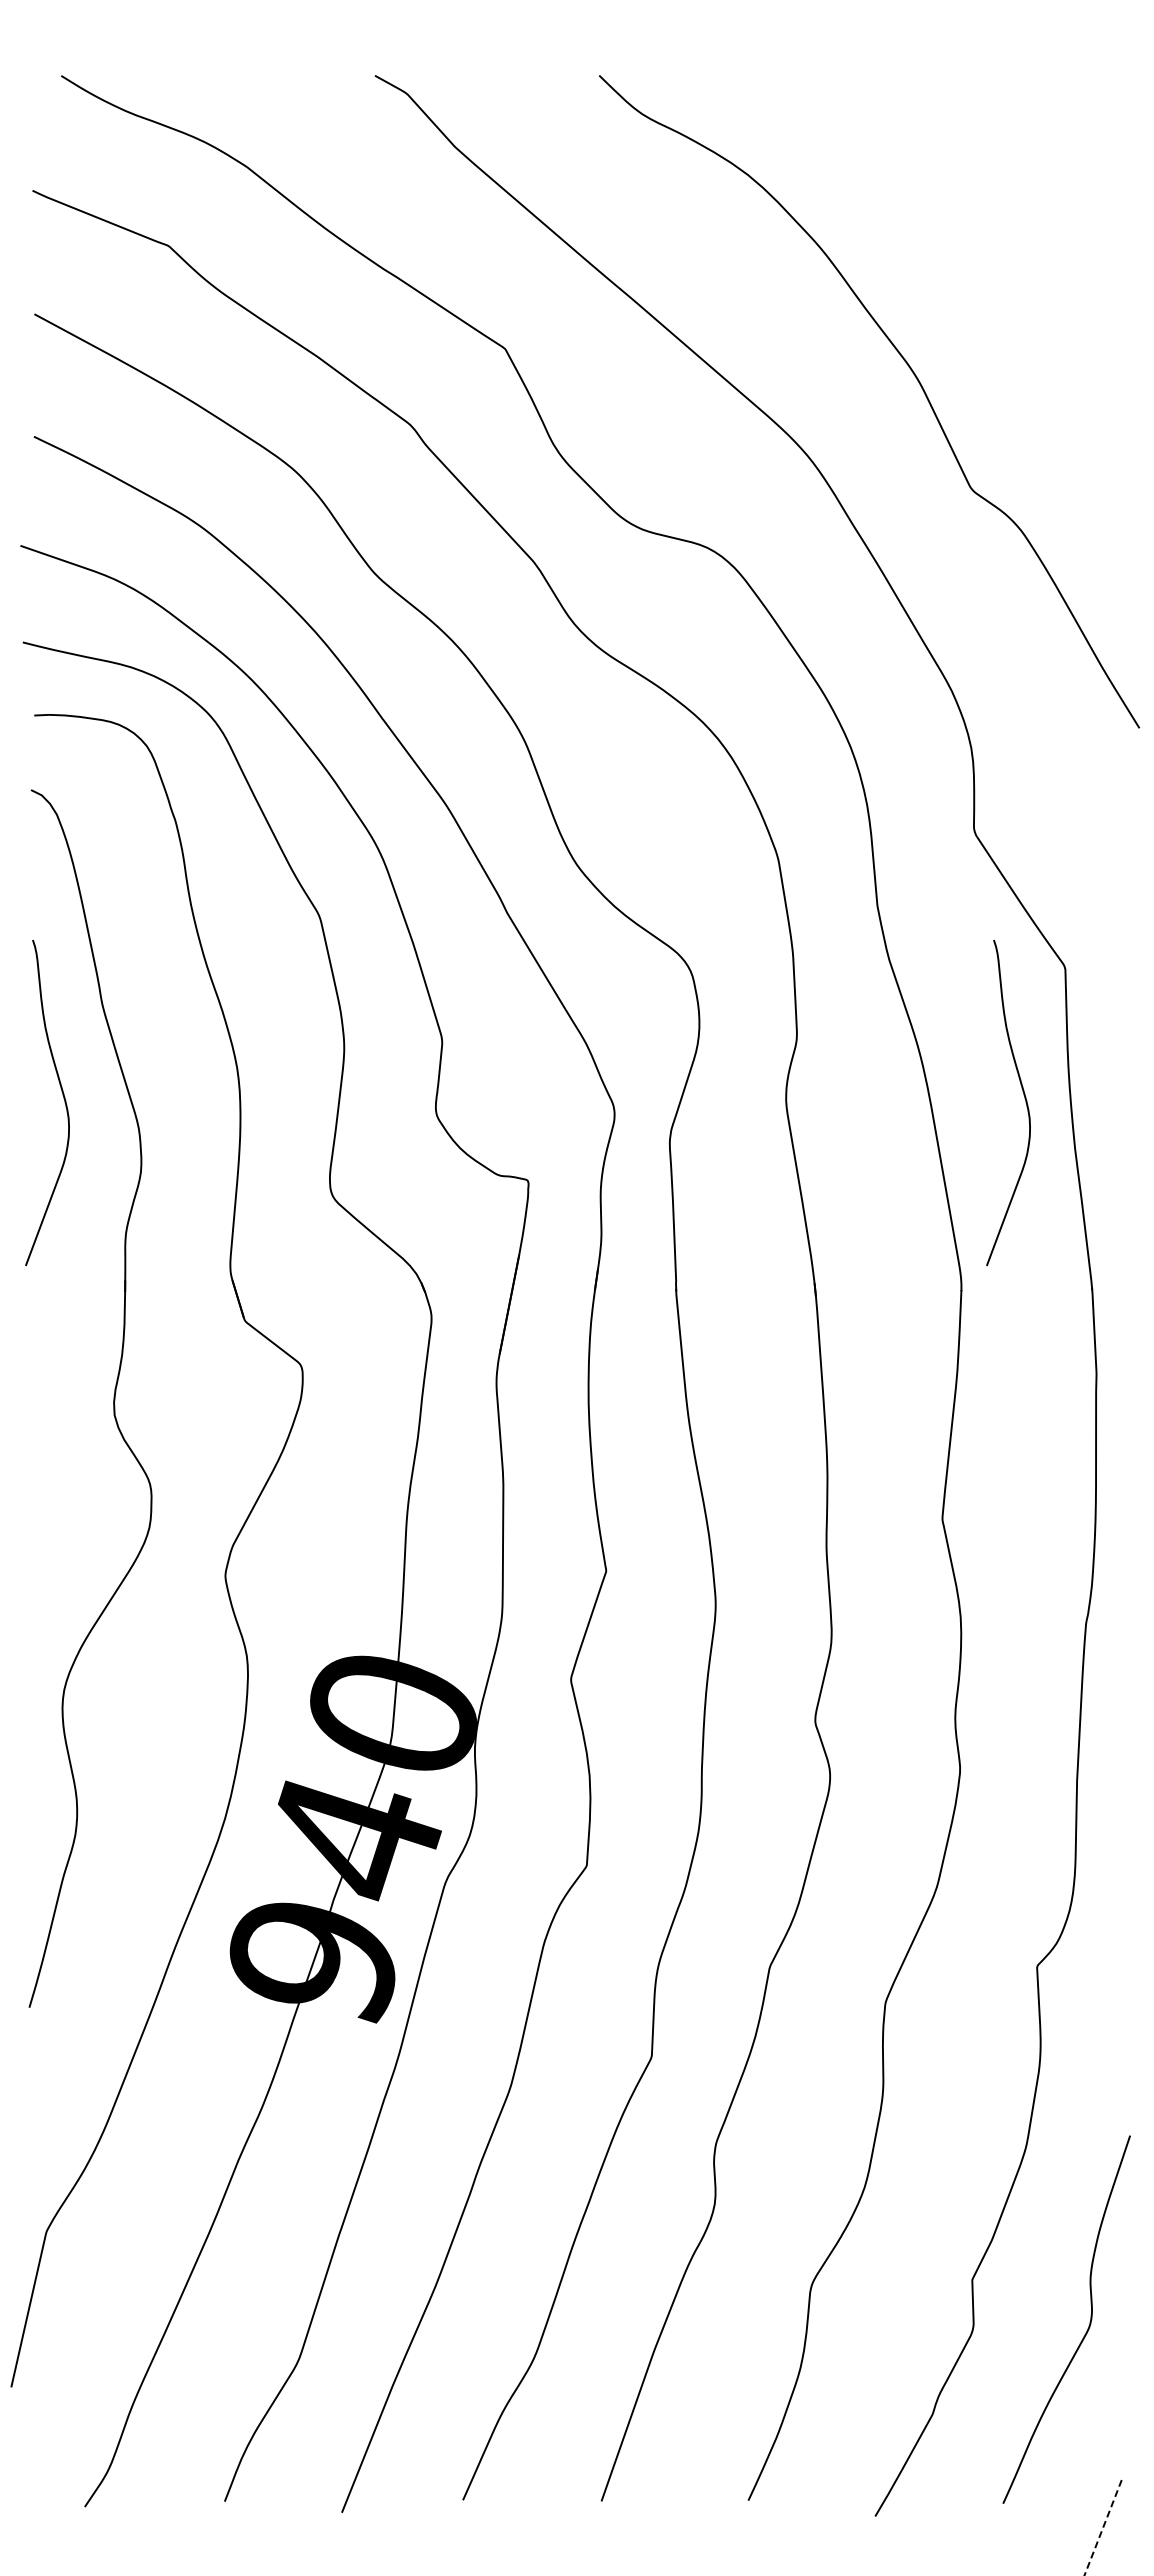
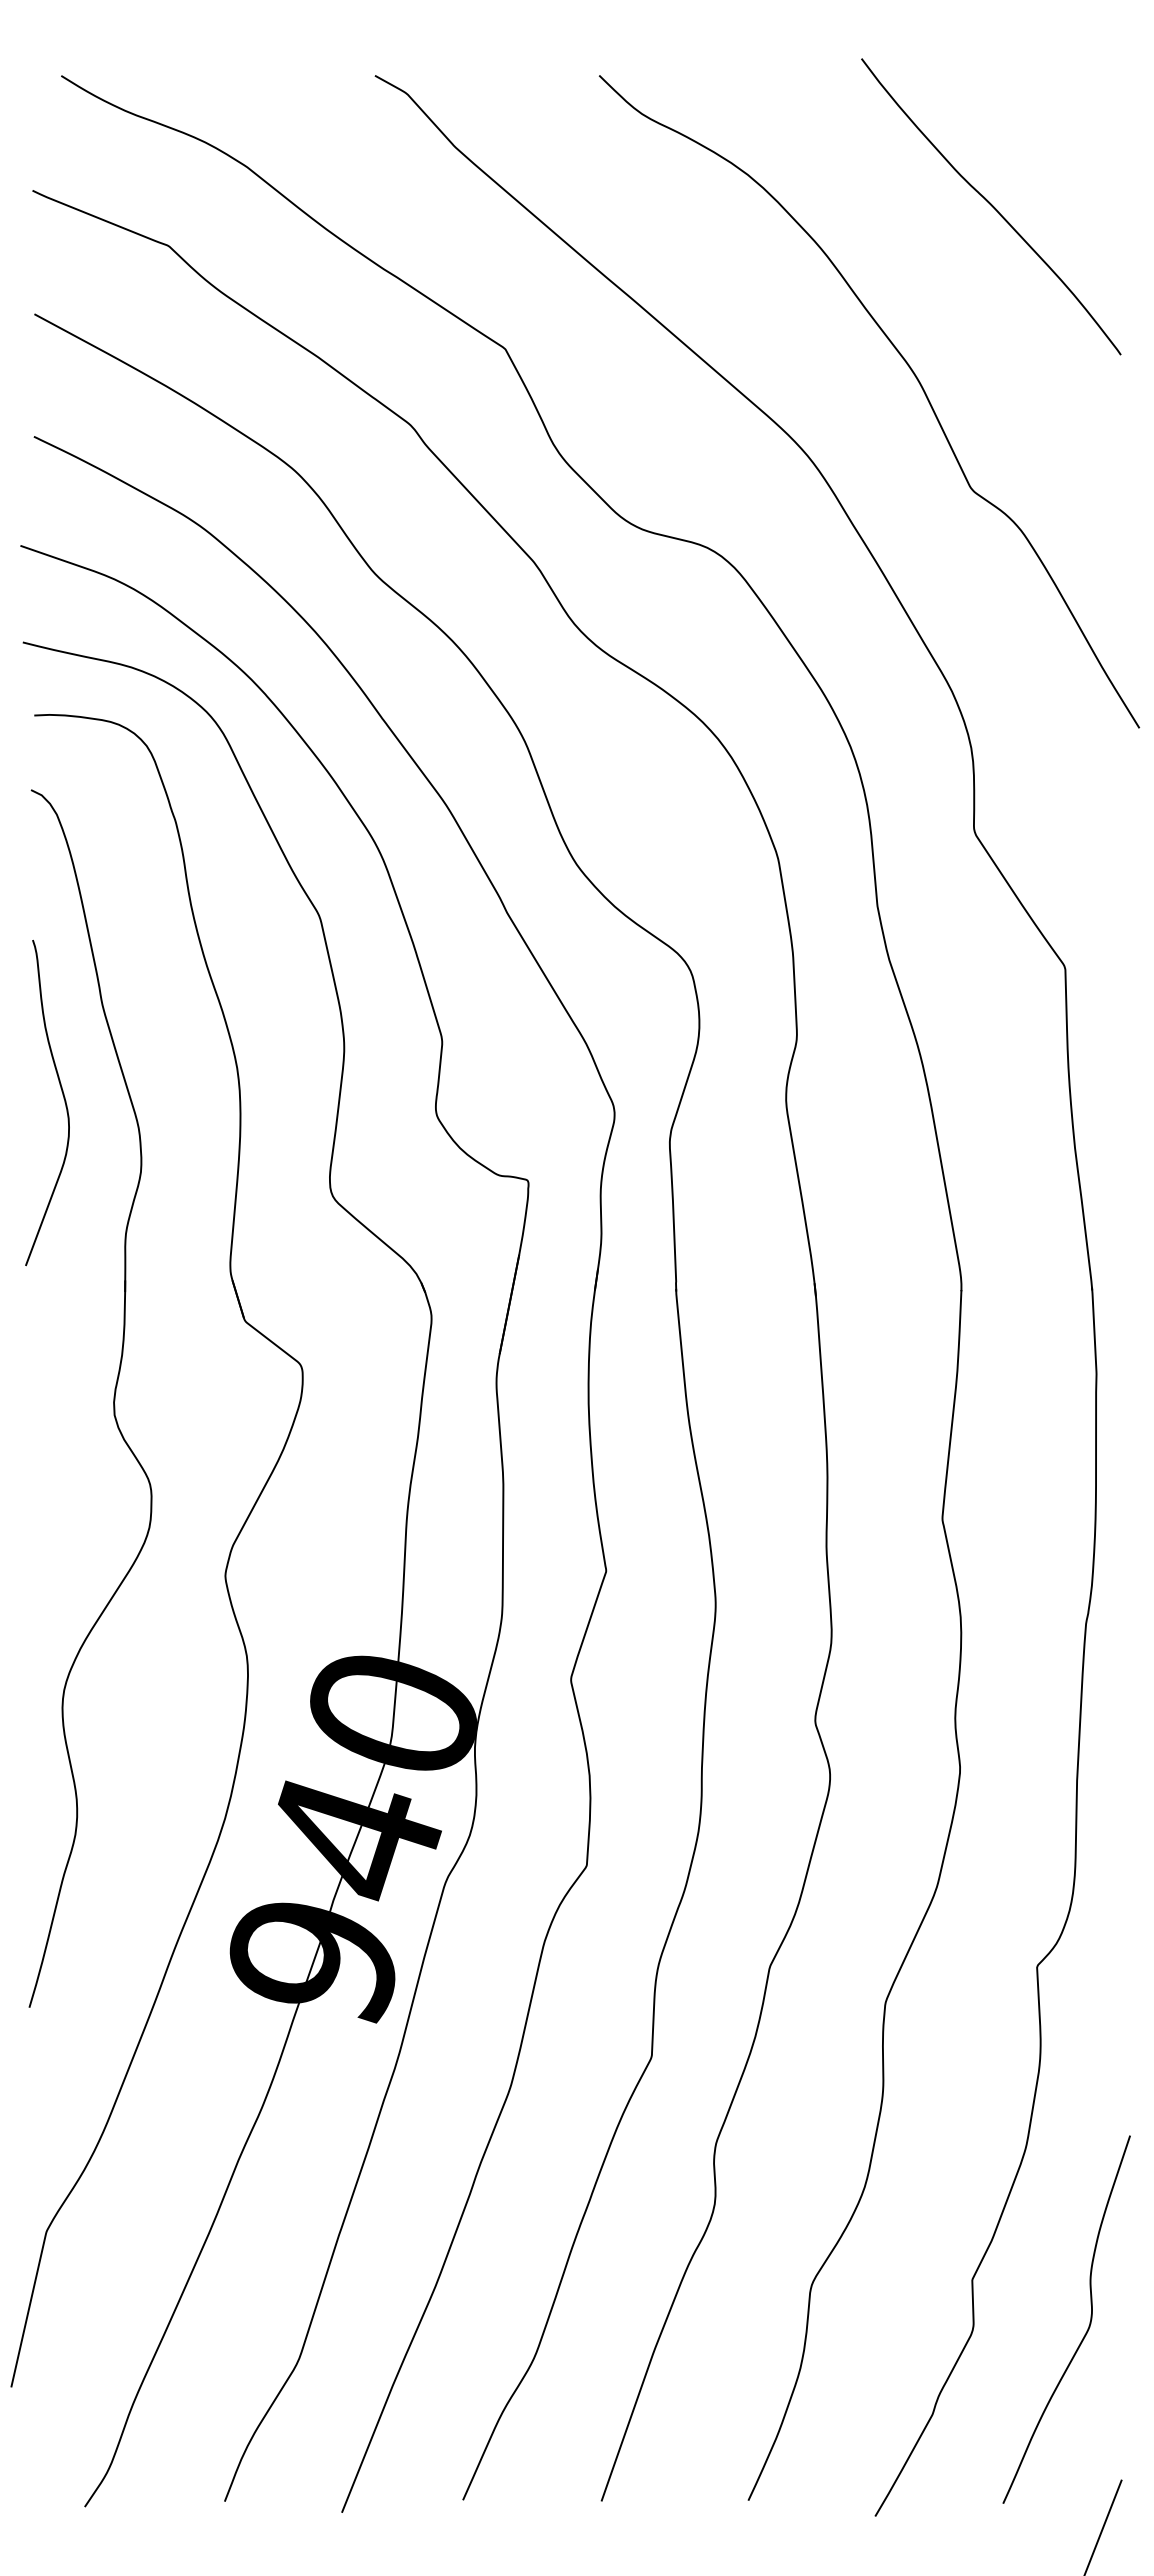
curve at (991, 206): none -> present
curve at (1024, 1098): present -> none
line at (1103, 2526): dashed -> solid
